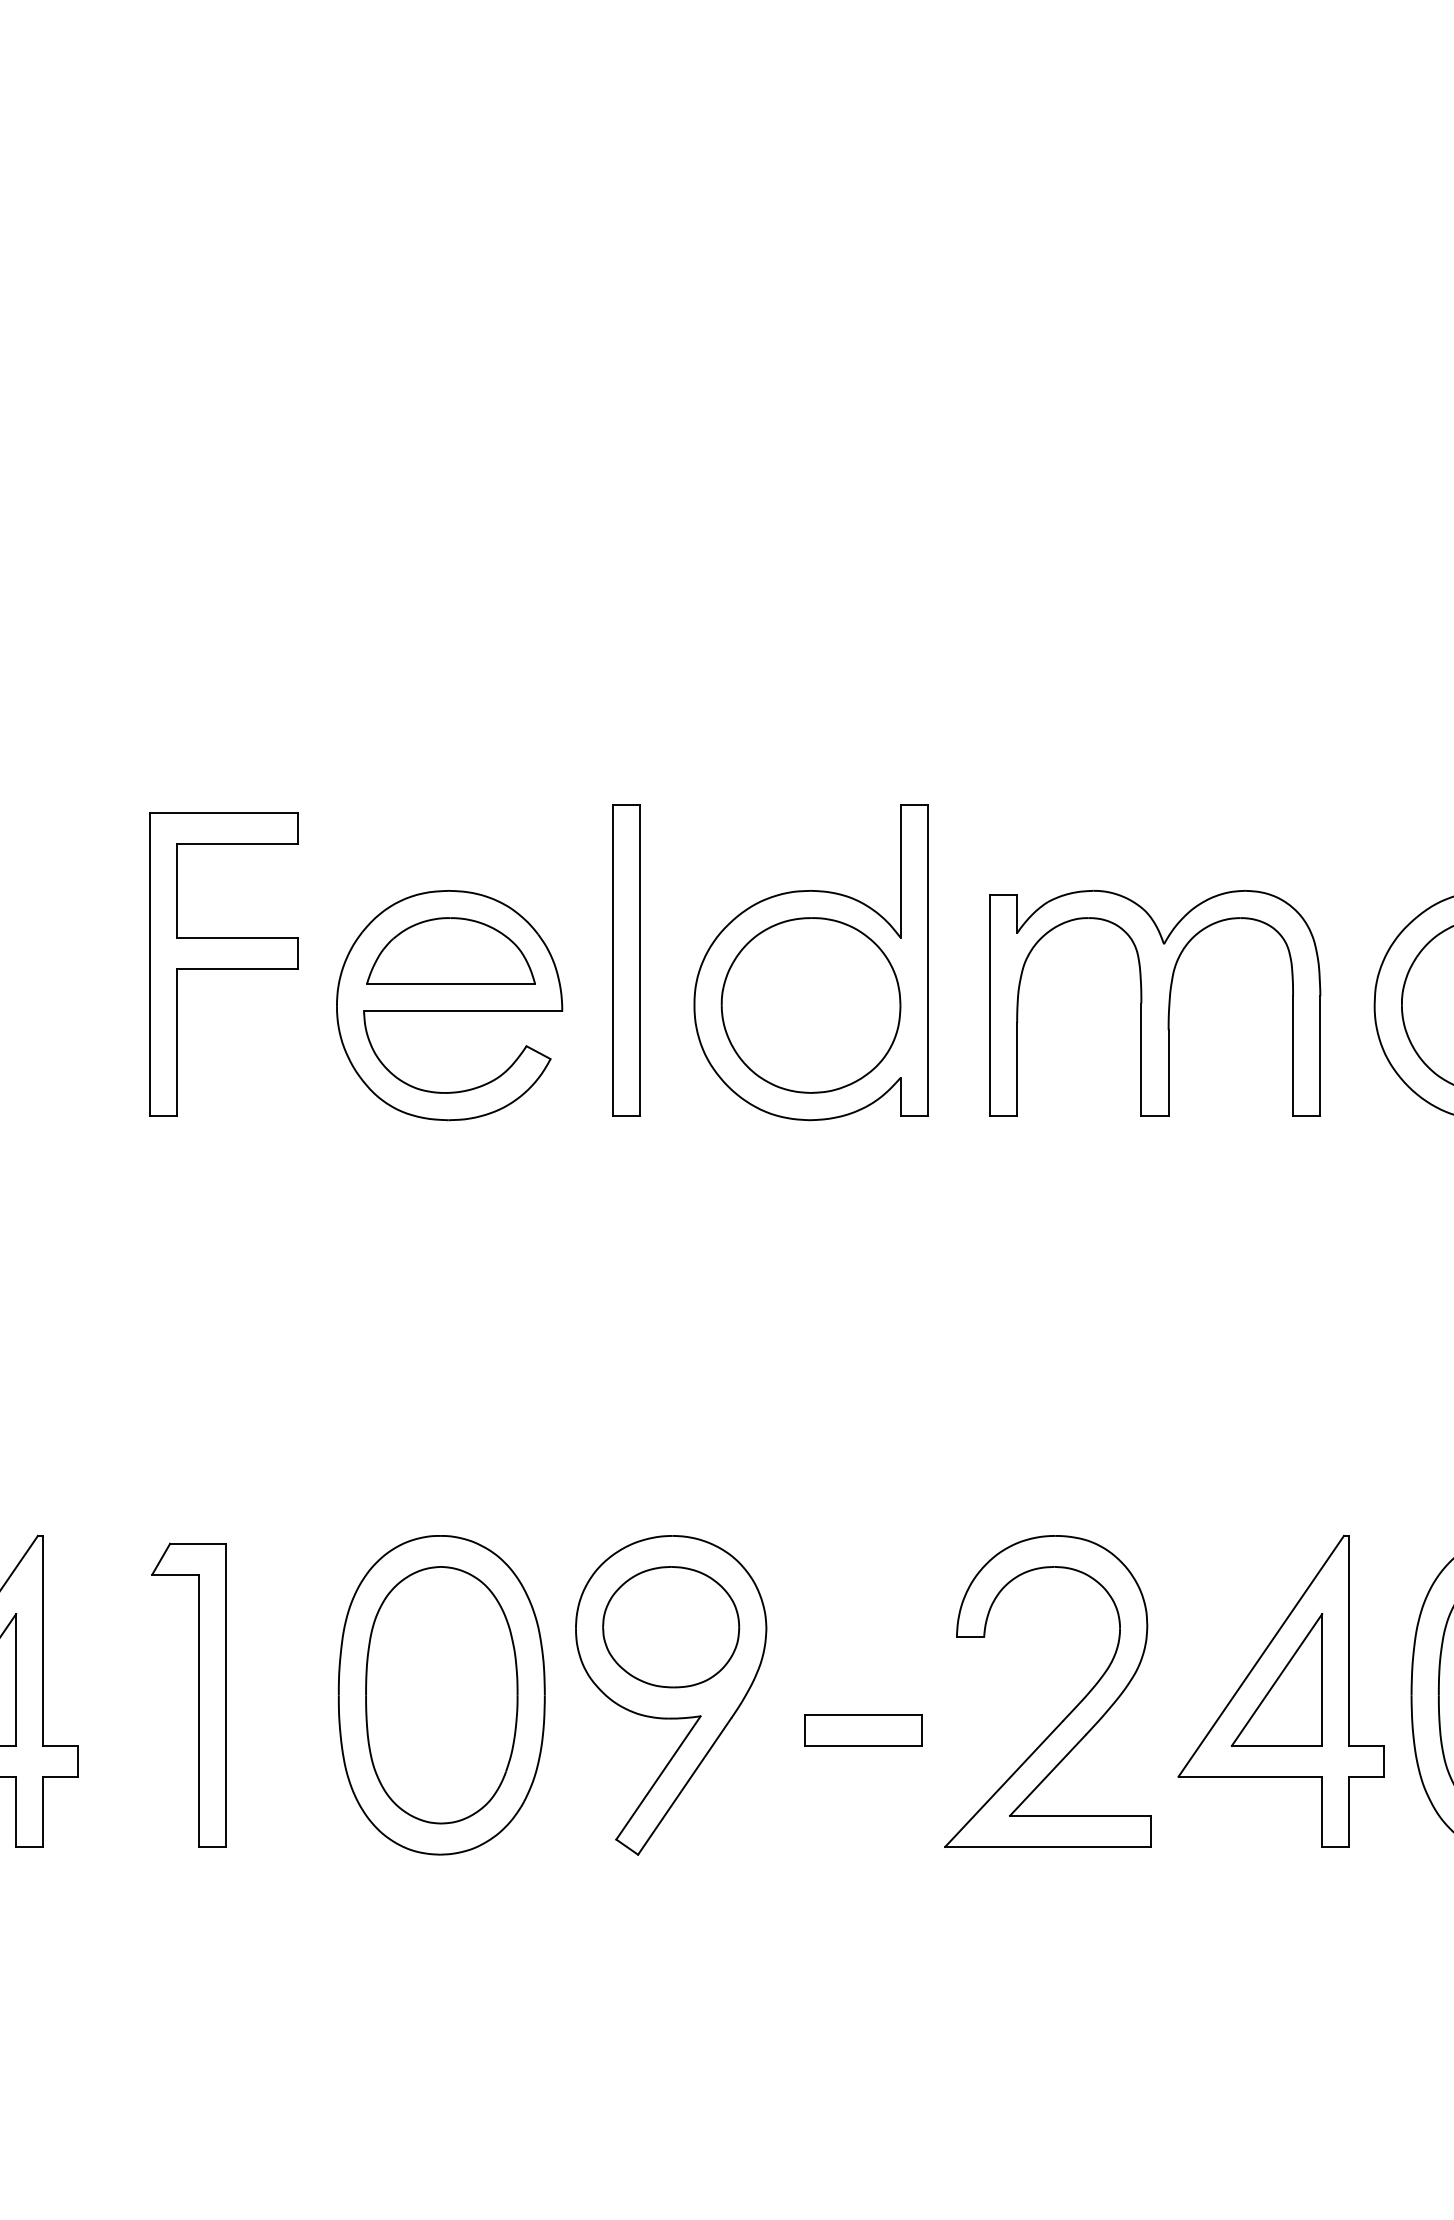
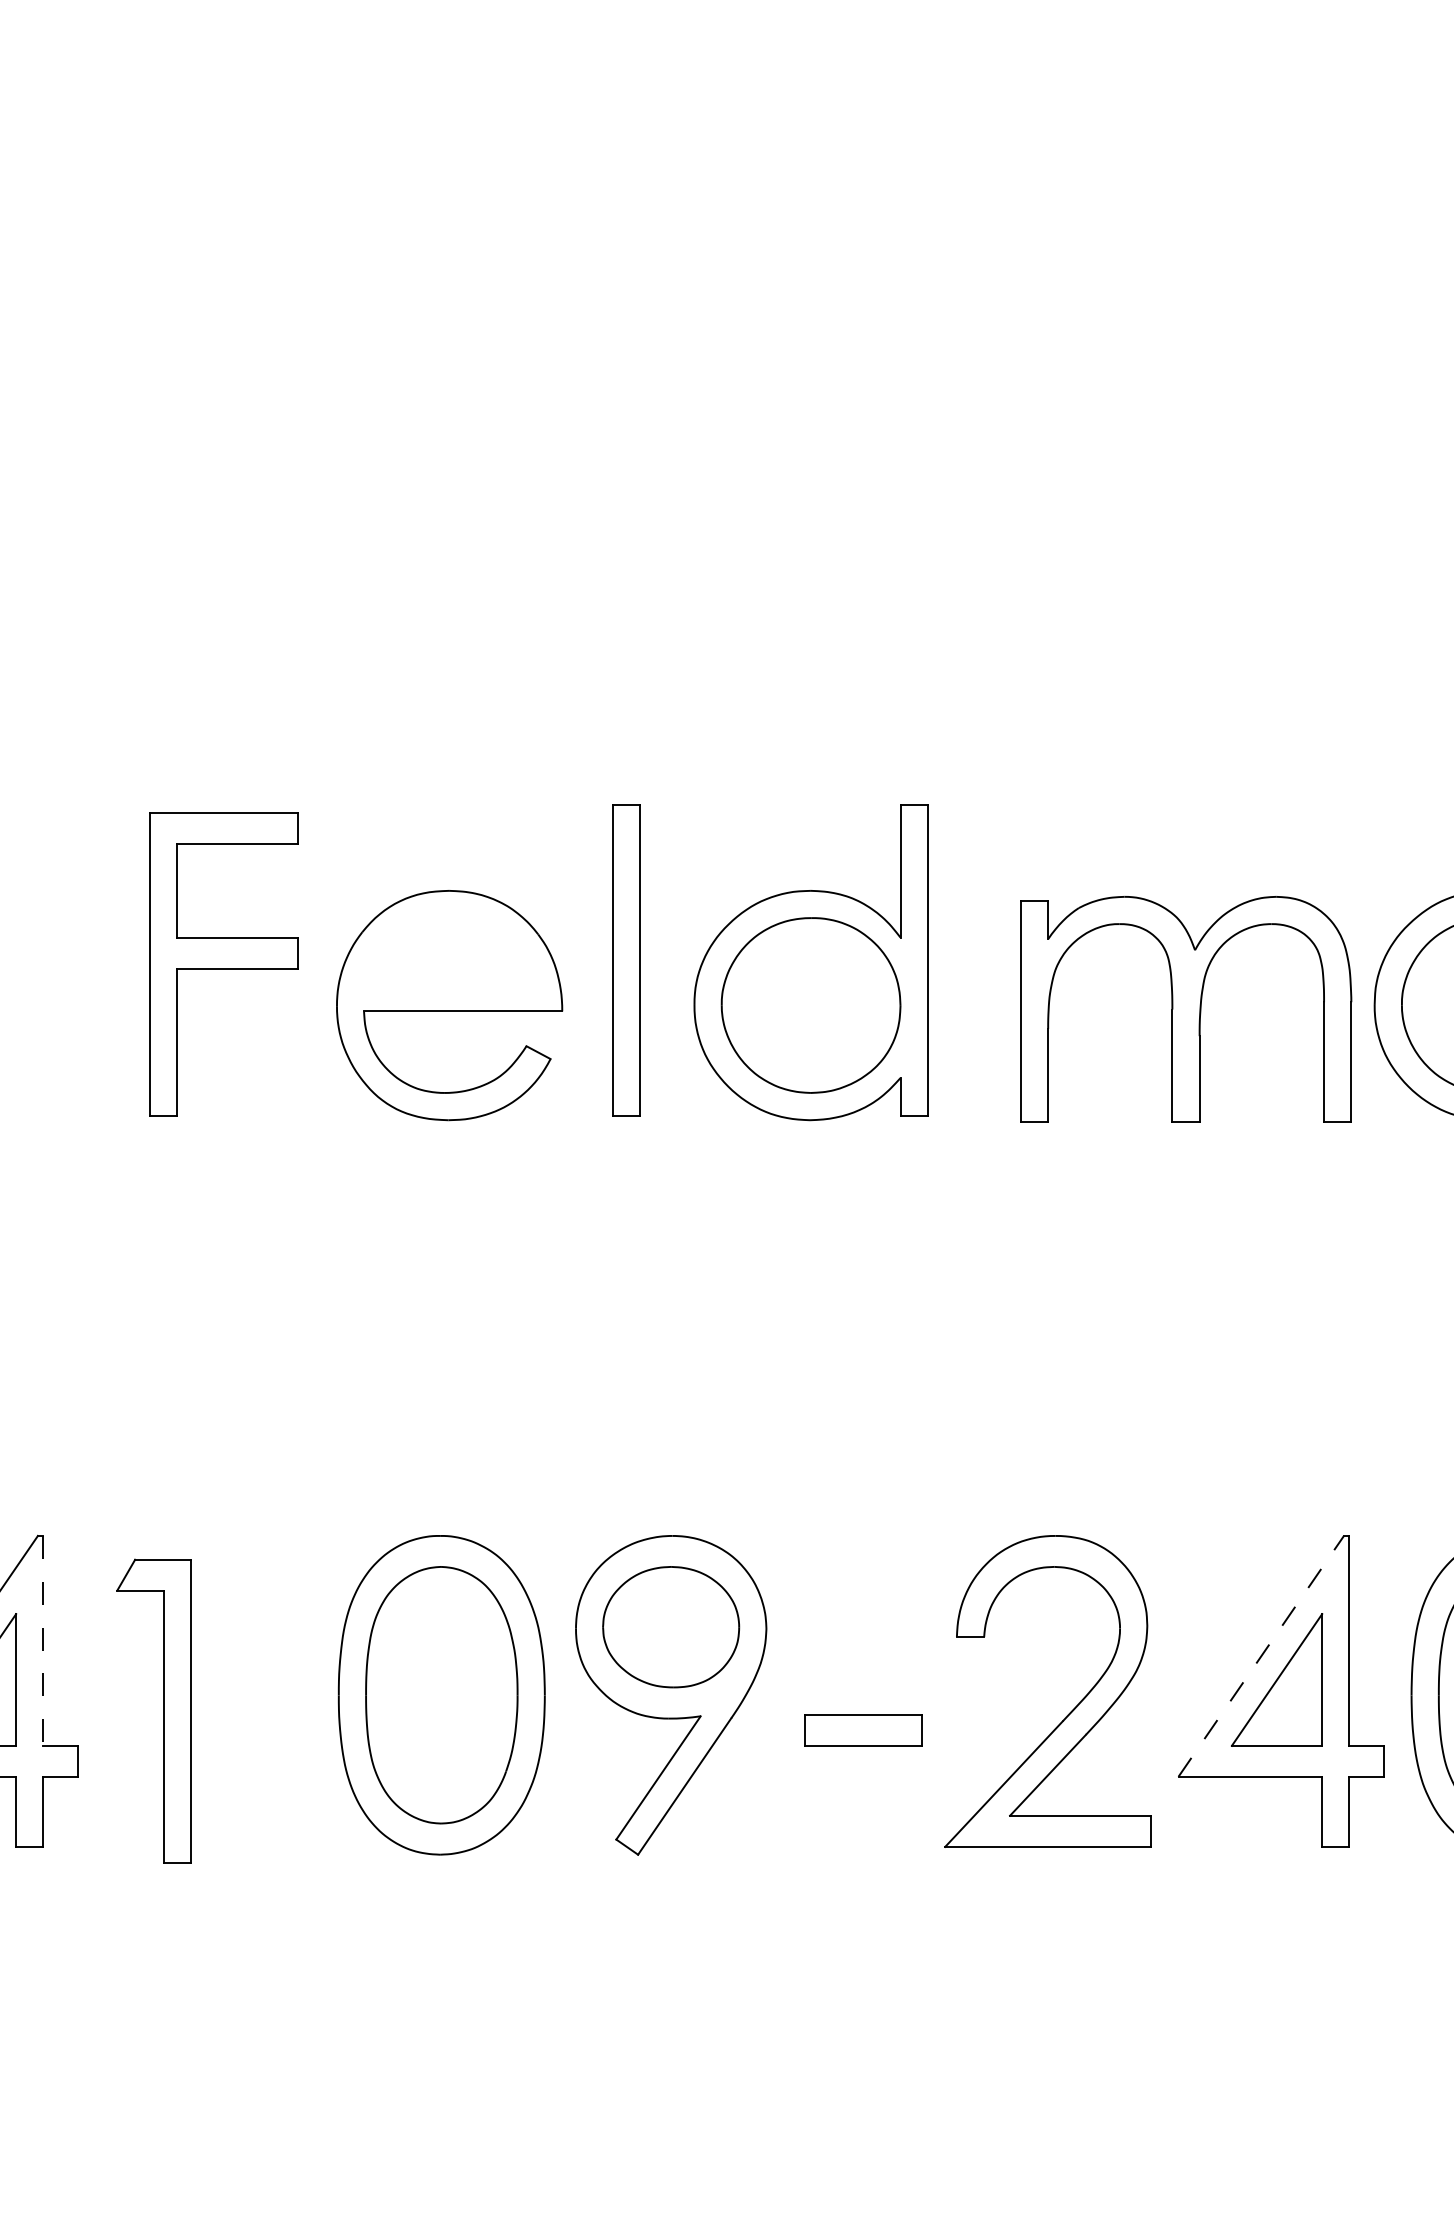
part at (450, 950): present -> none
part at (1155, 1003) position: (1155, 1003) -> (1186, 1009)
line at (43, 1640): solid -> dashed
line at (1261, 1655): solid -> dashed
part at (198, 1694) position: (198, 1694) -> (163, 1710)
